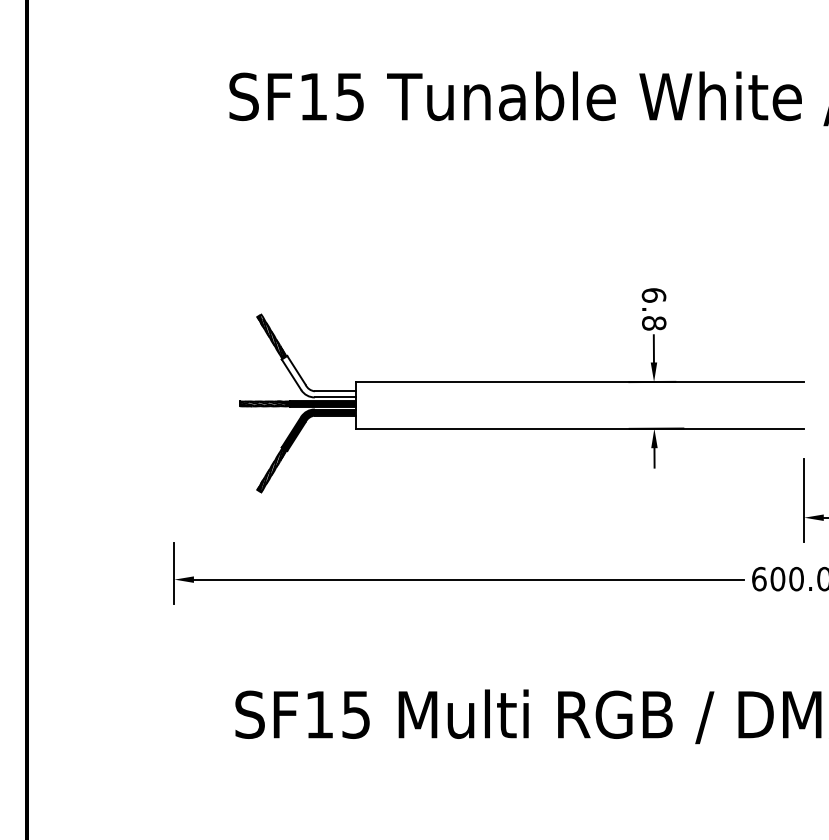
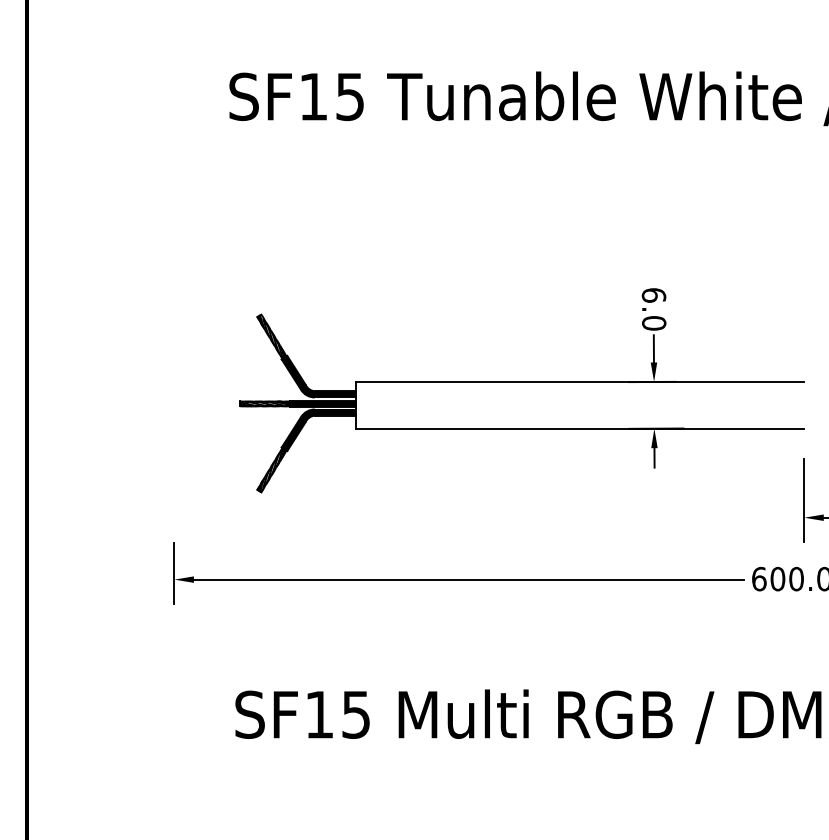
text at (654, 323): 6.8 -> 6.0
fill at (318, 372): none -> present
